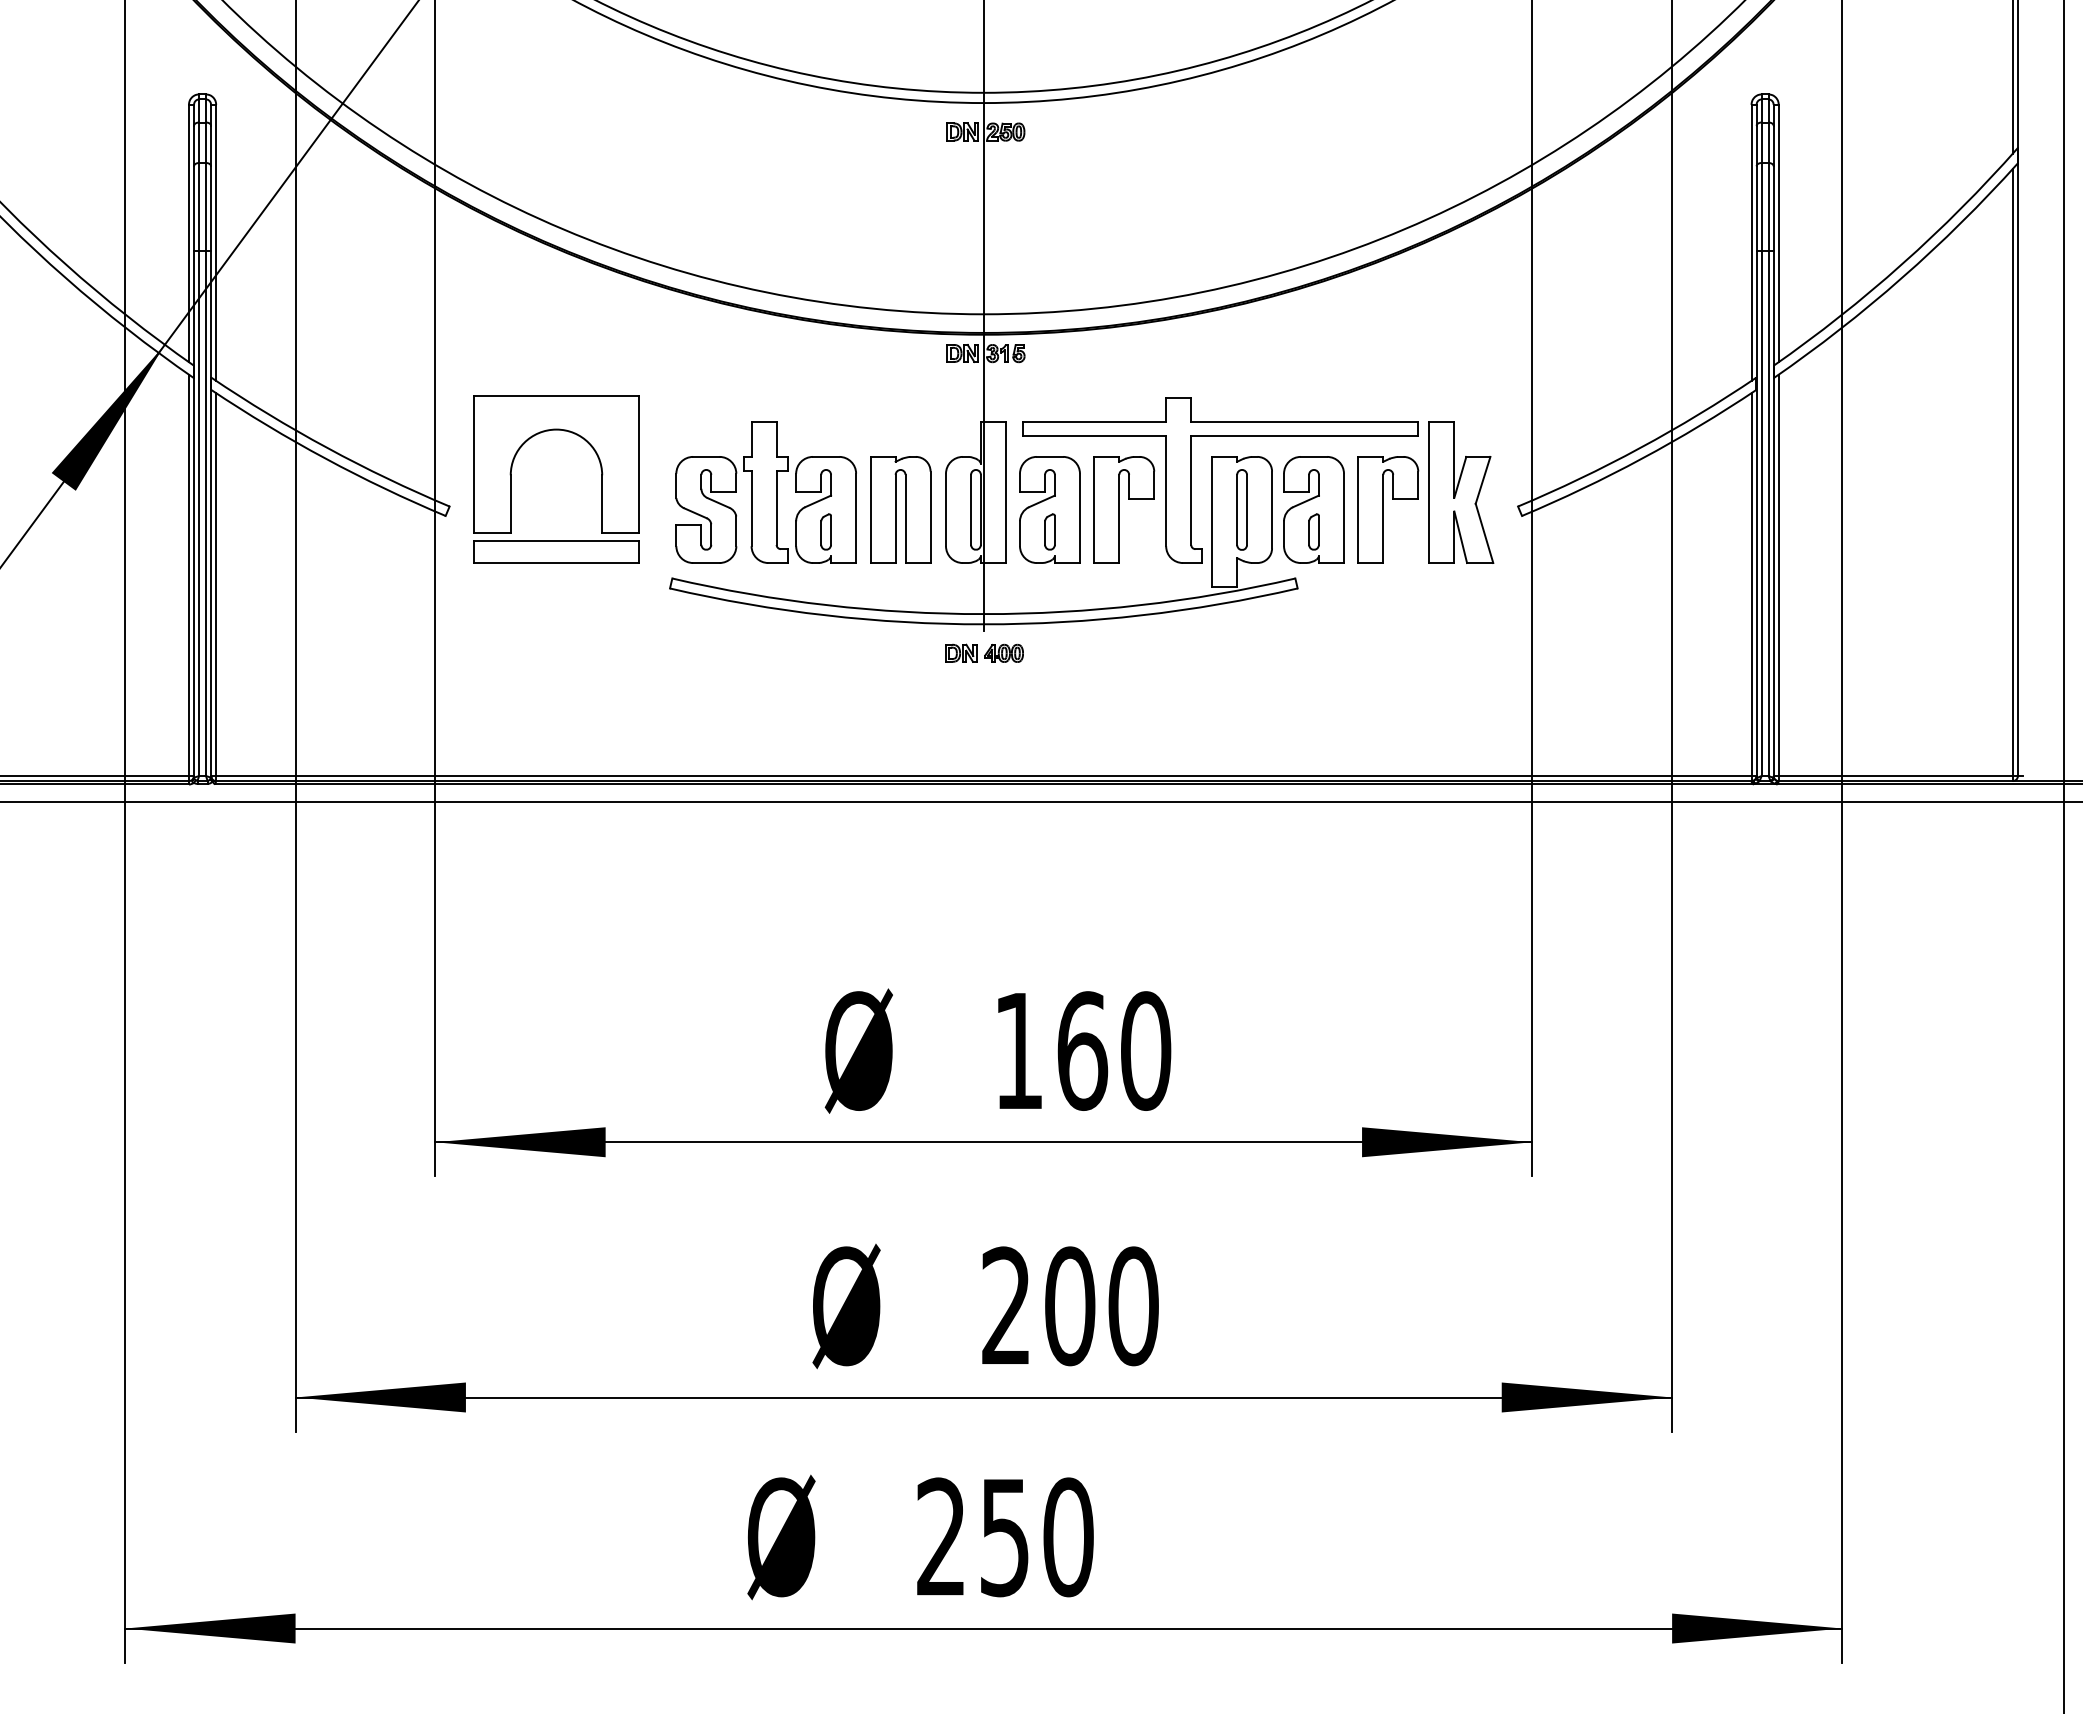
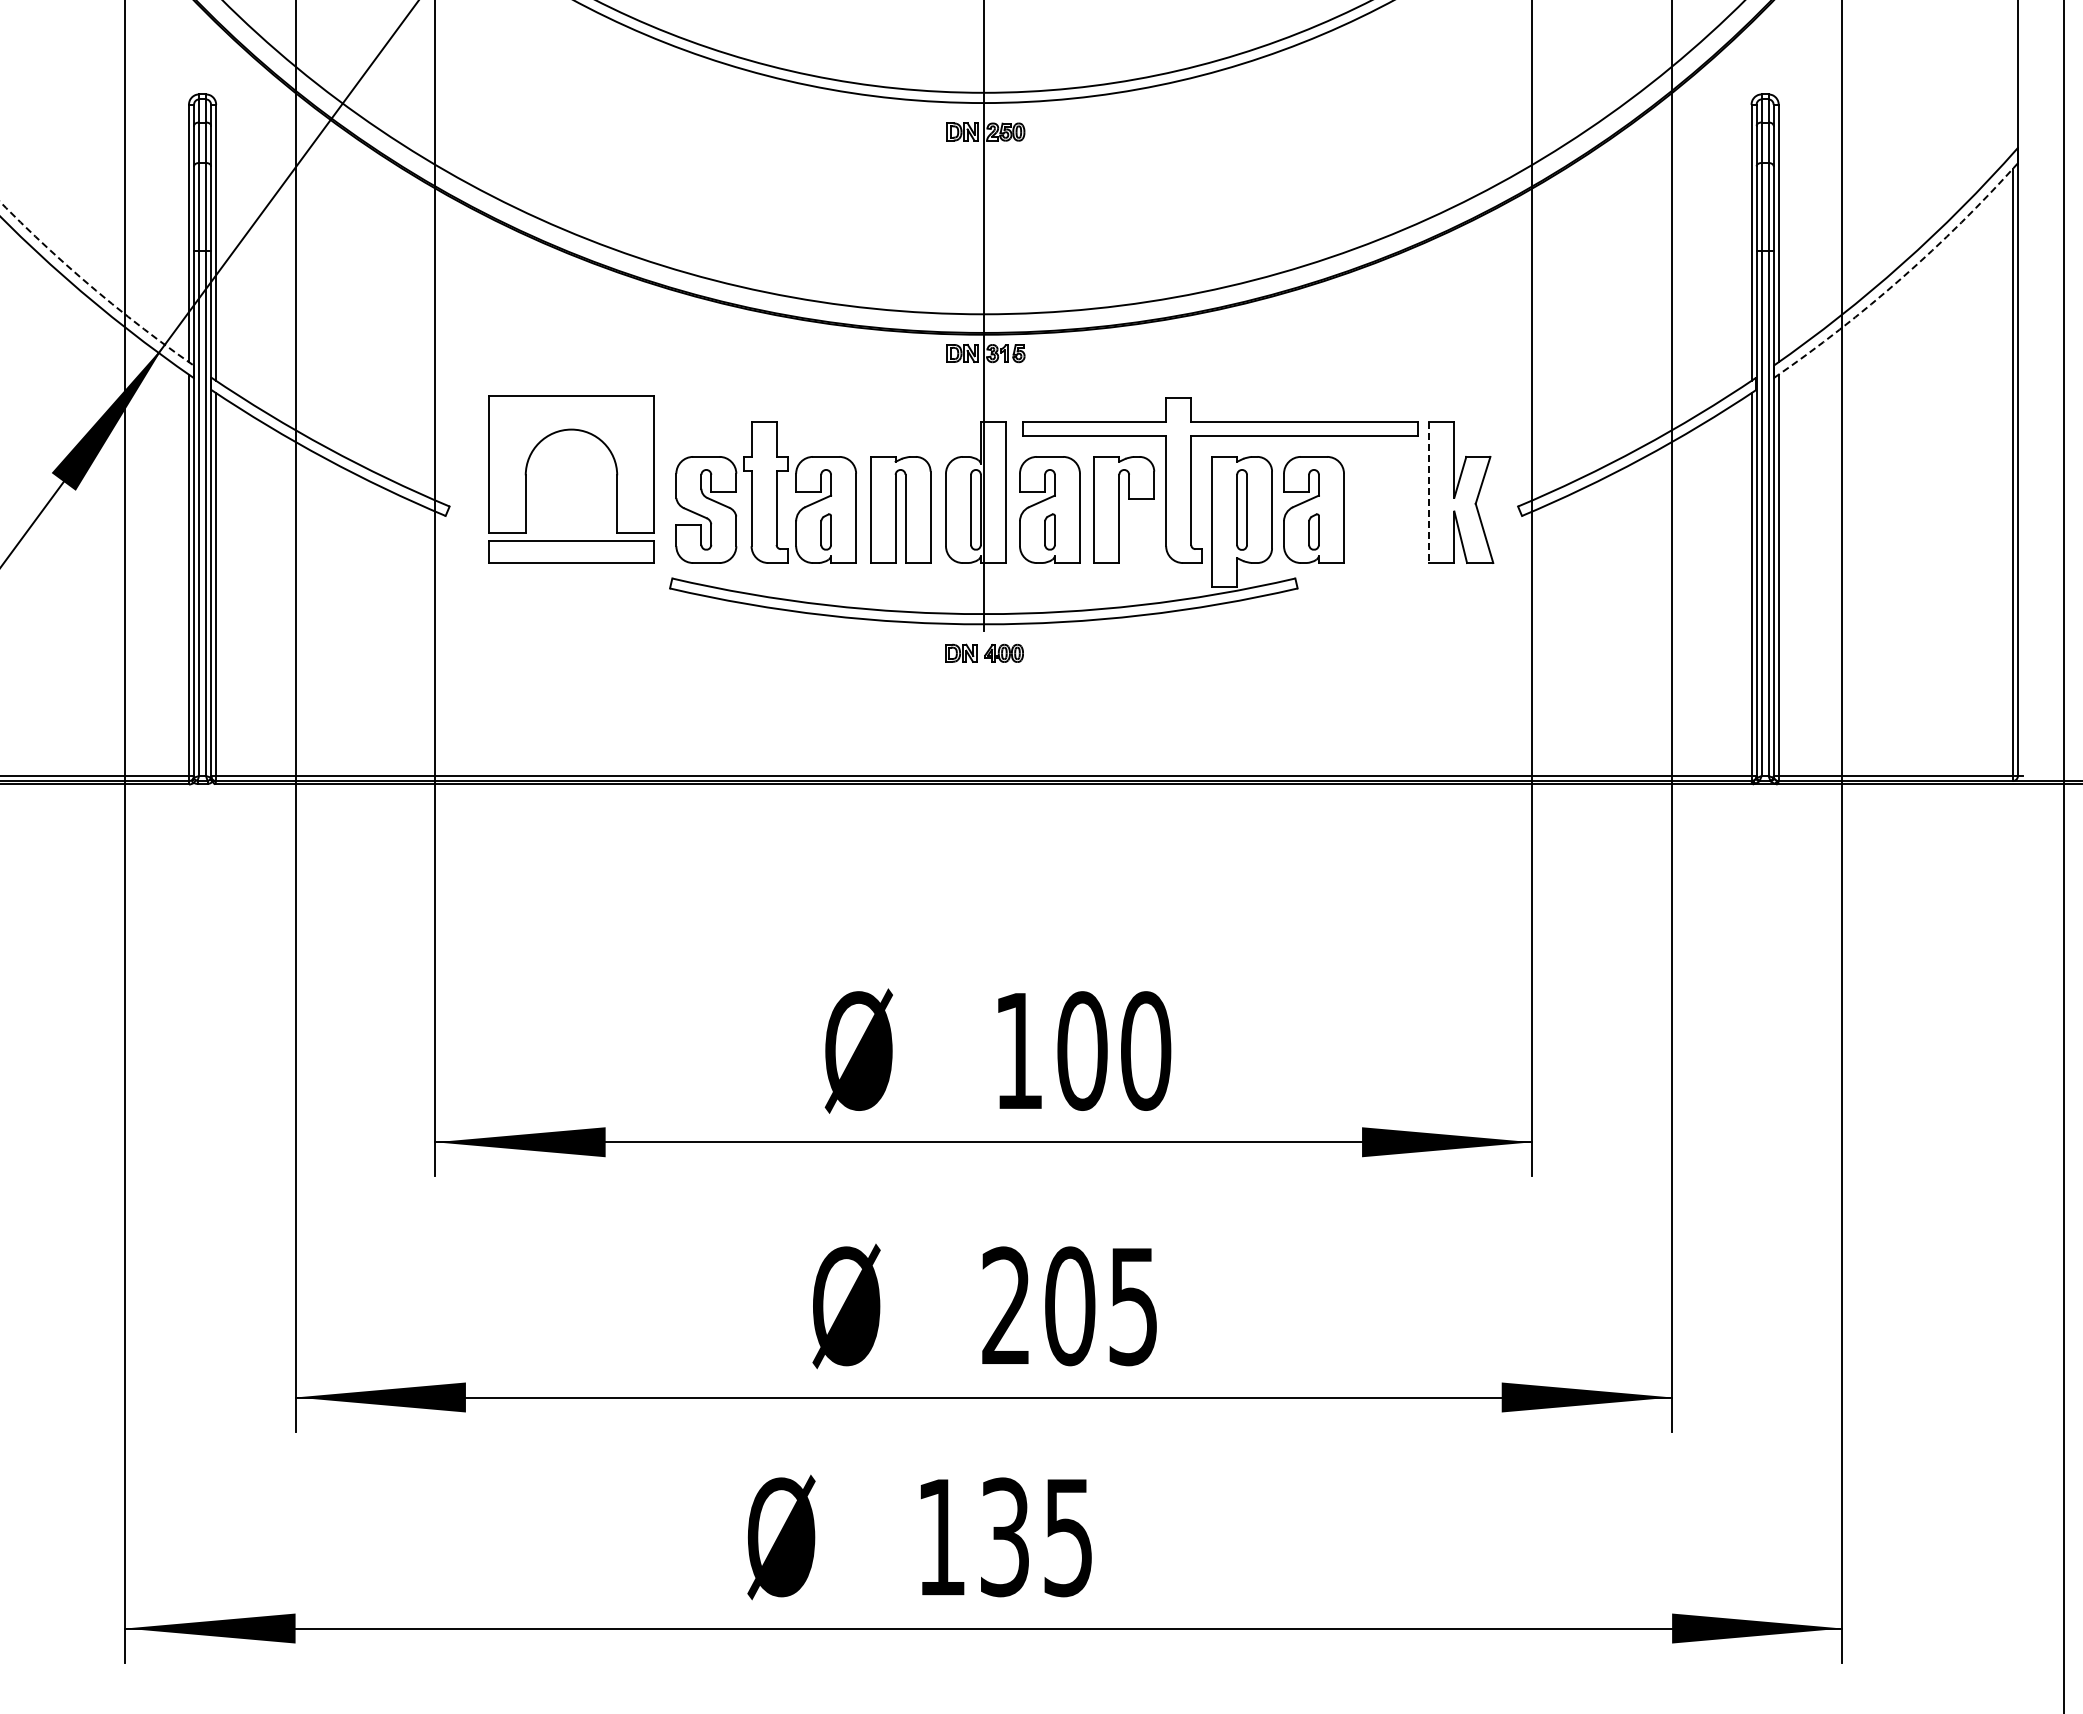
line at (2012, 77): present -> none
arc at (1902, 277): solid -> dashed
arc at (93, 288): solid -> dashed
part at (511, 479) position: (511, 479) -> (526, 479)
line at (1429, 493): solid -> dashed
part at (1388, 509): present -> none
line at (1040, 801): present -> none
text at (1082, 1050): 160 -> 100
text at (1133, 1306): 200 -> 205
text at (1005, 1537): 250 -> 135
